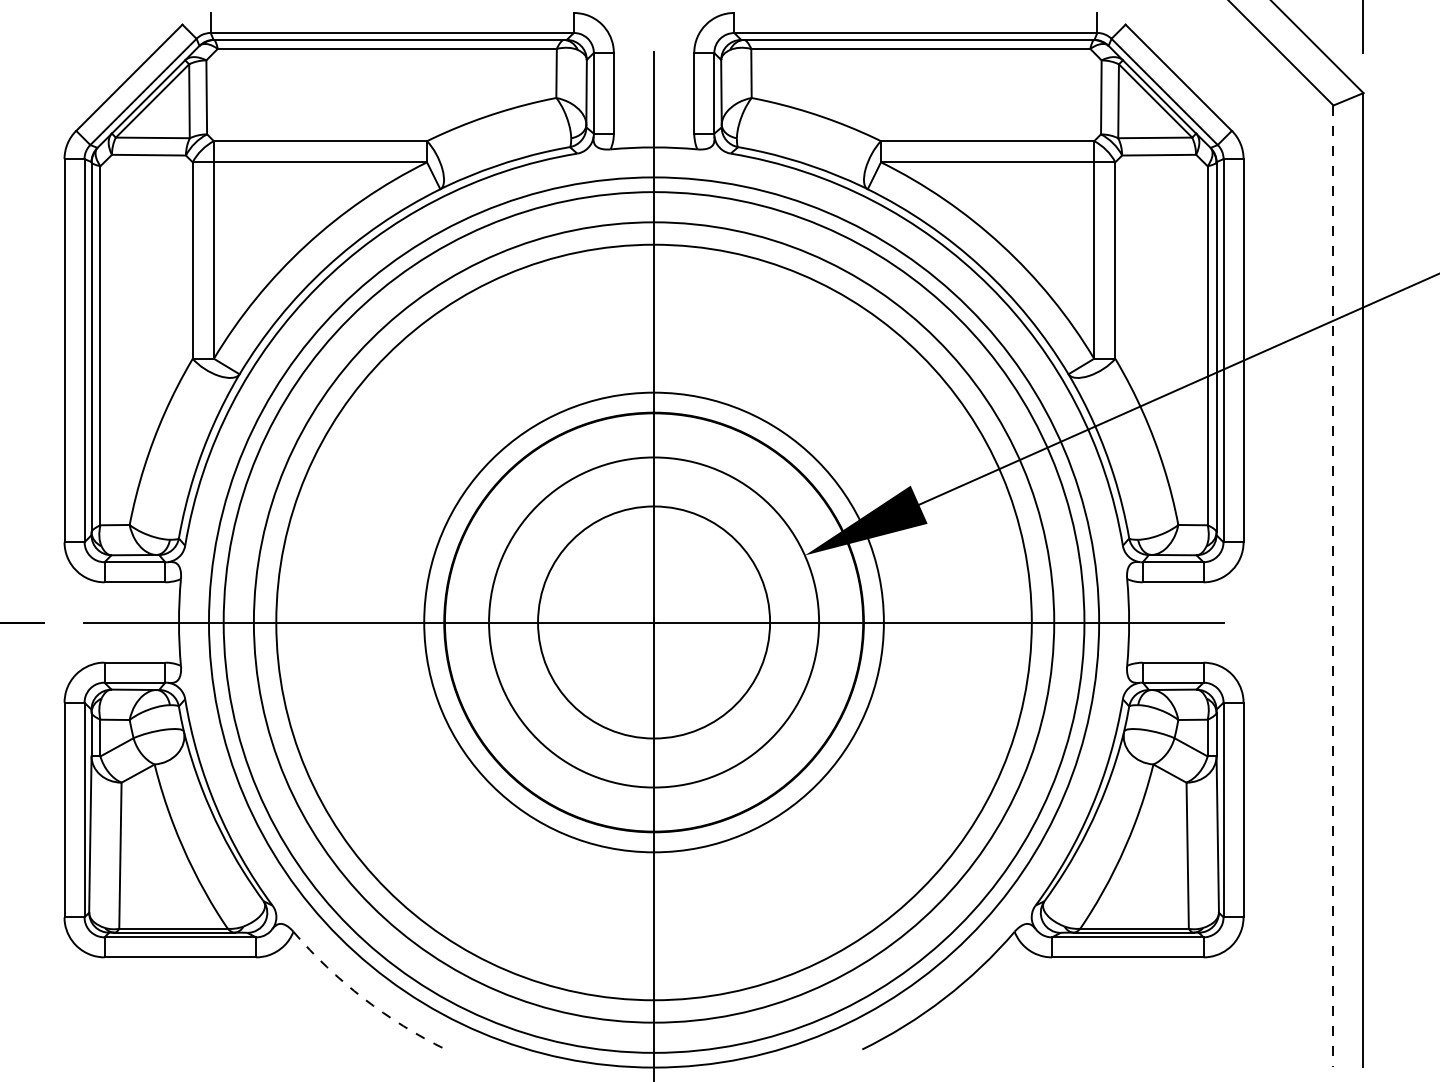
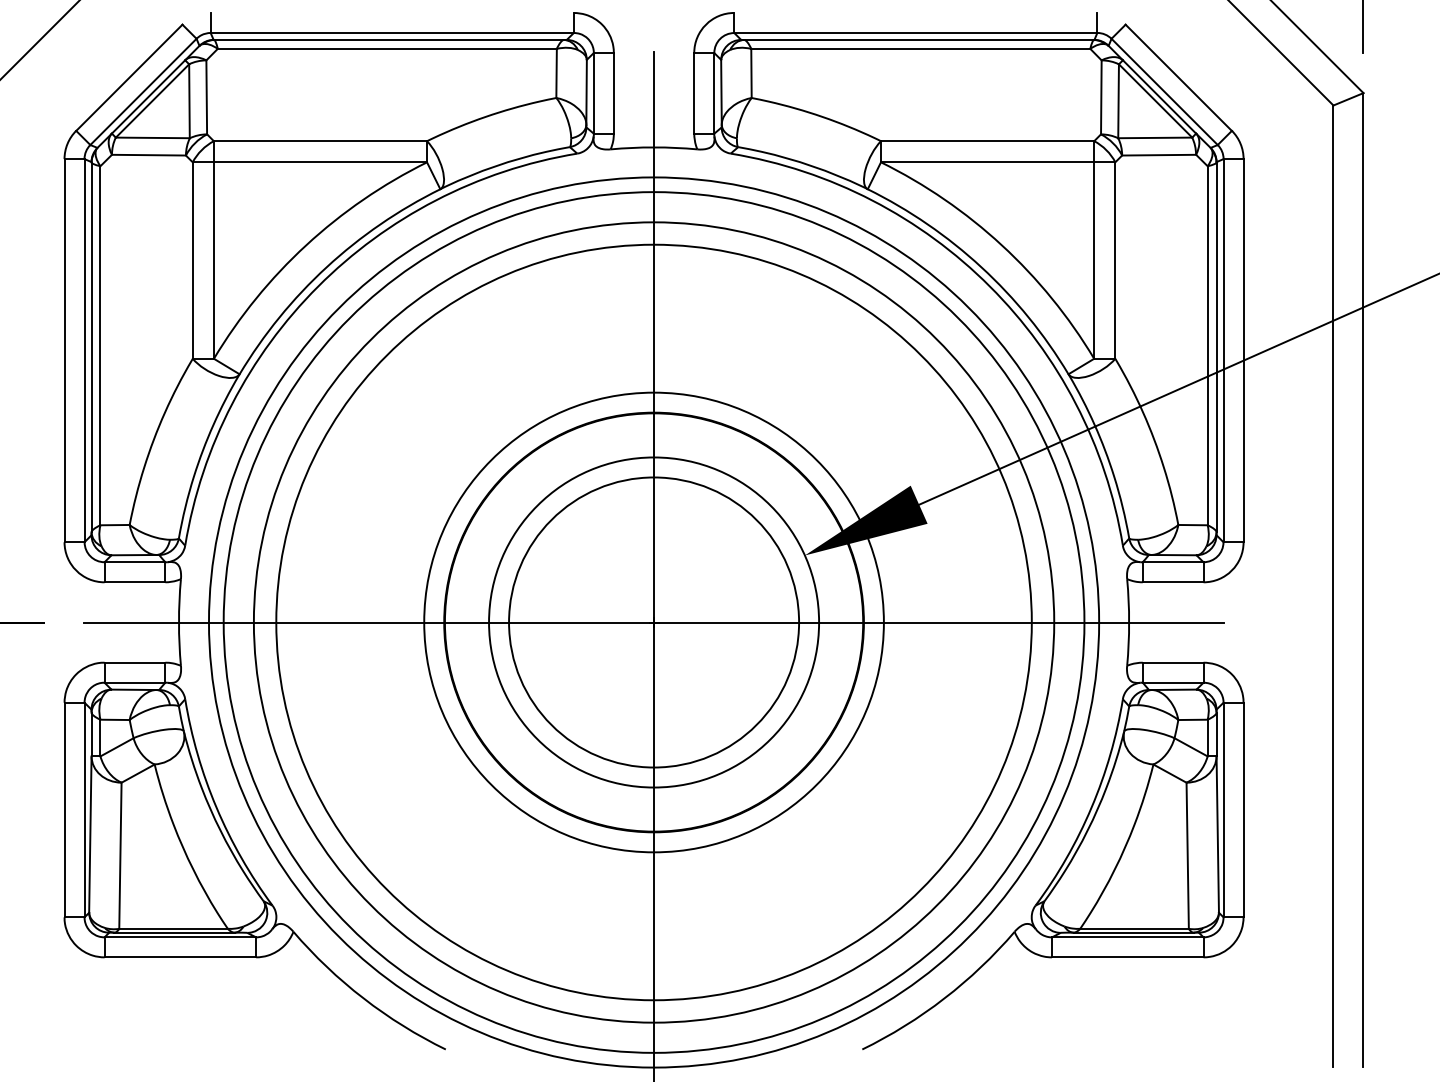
line at (39, 39): none -> present
line at (1333, 586): dashed -> solid
circle at (654, 622) diameter: 232 px -> 290 px
arc at (363, 998): dashed -> solid
